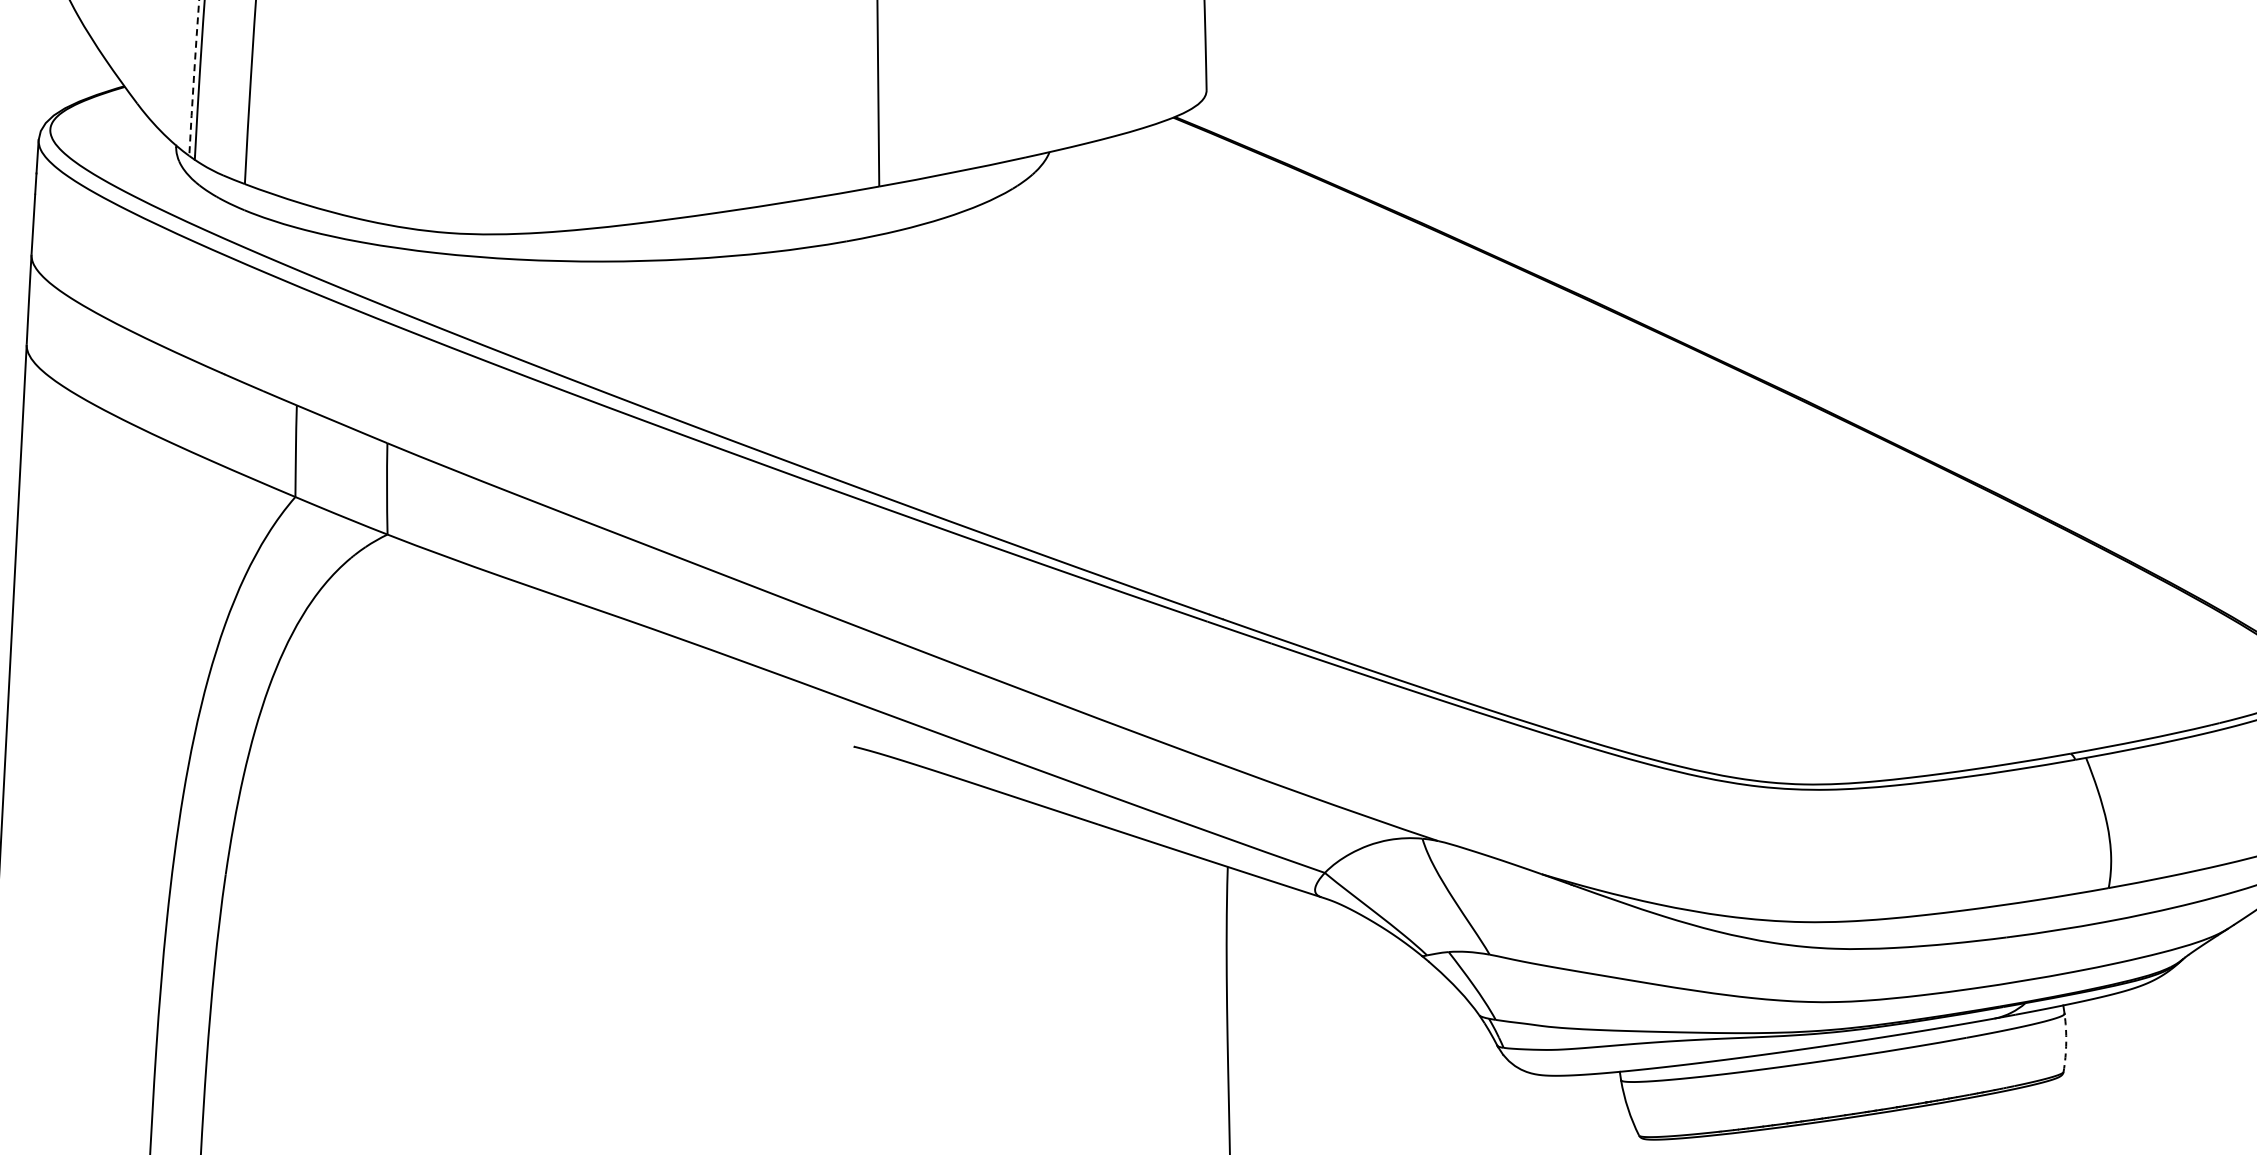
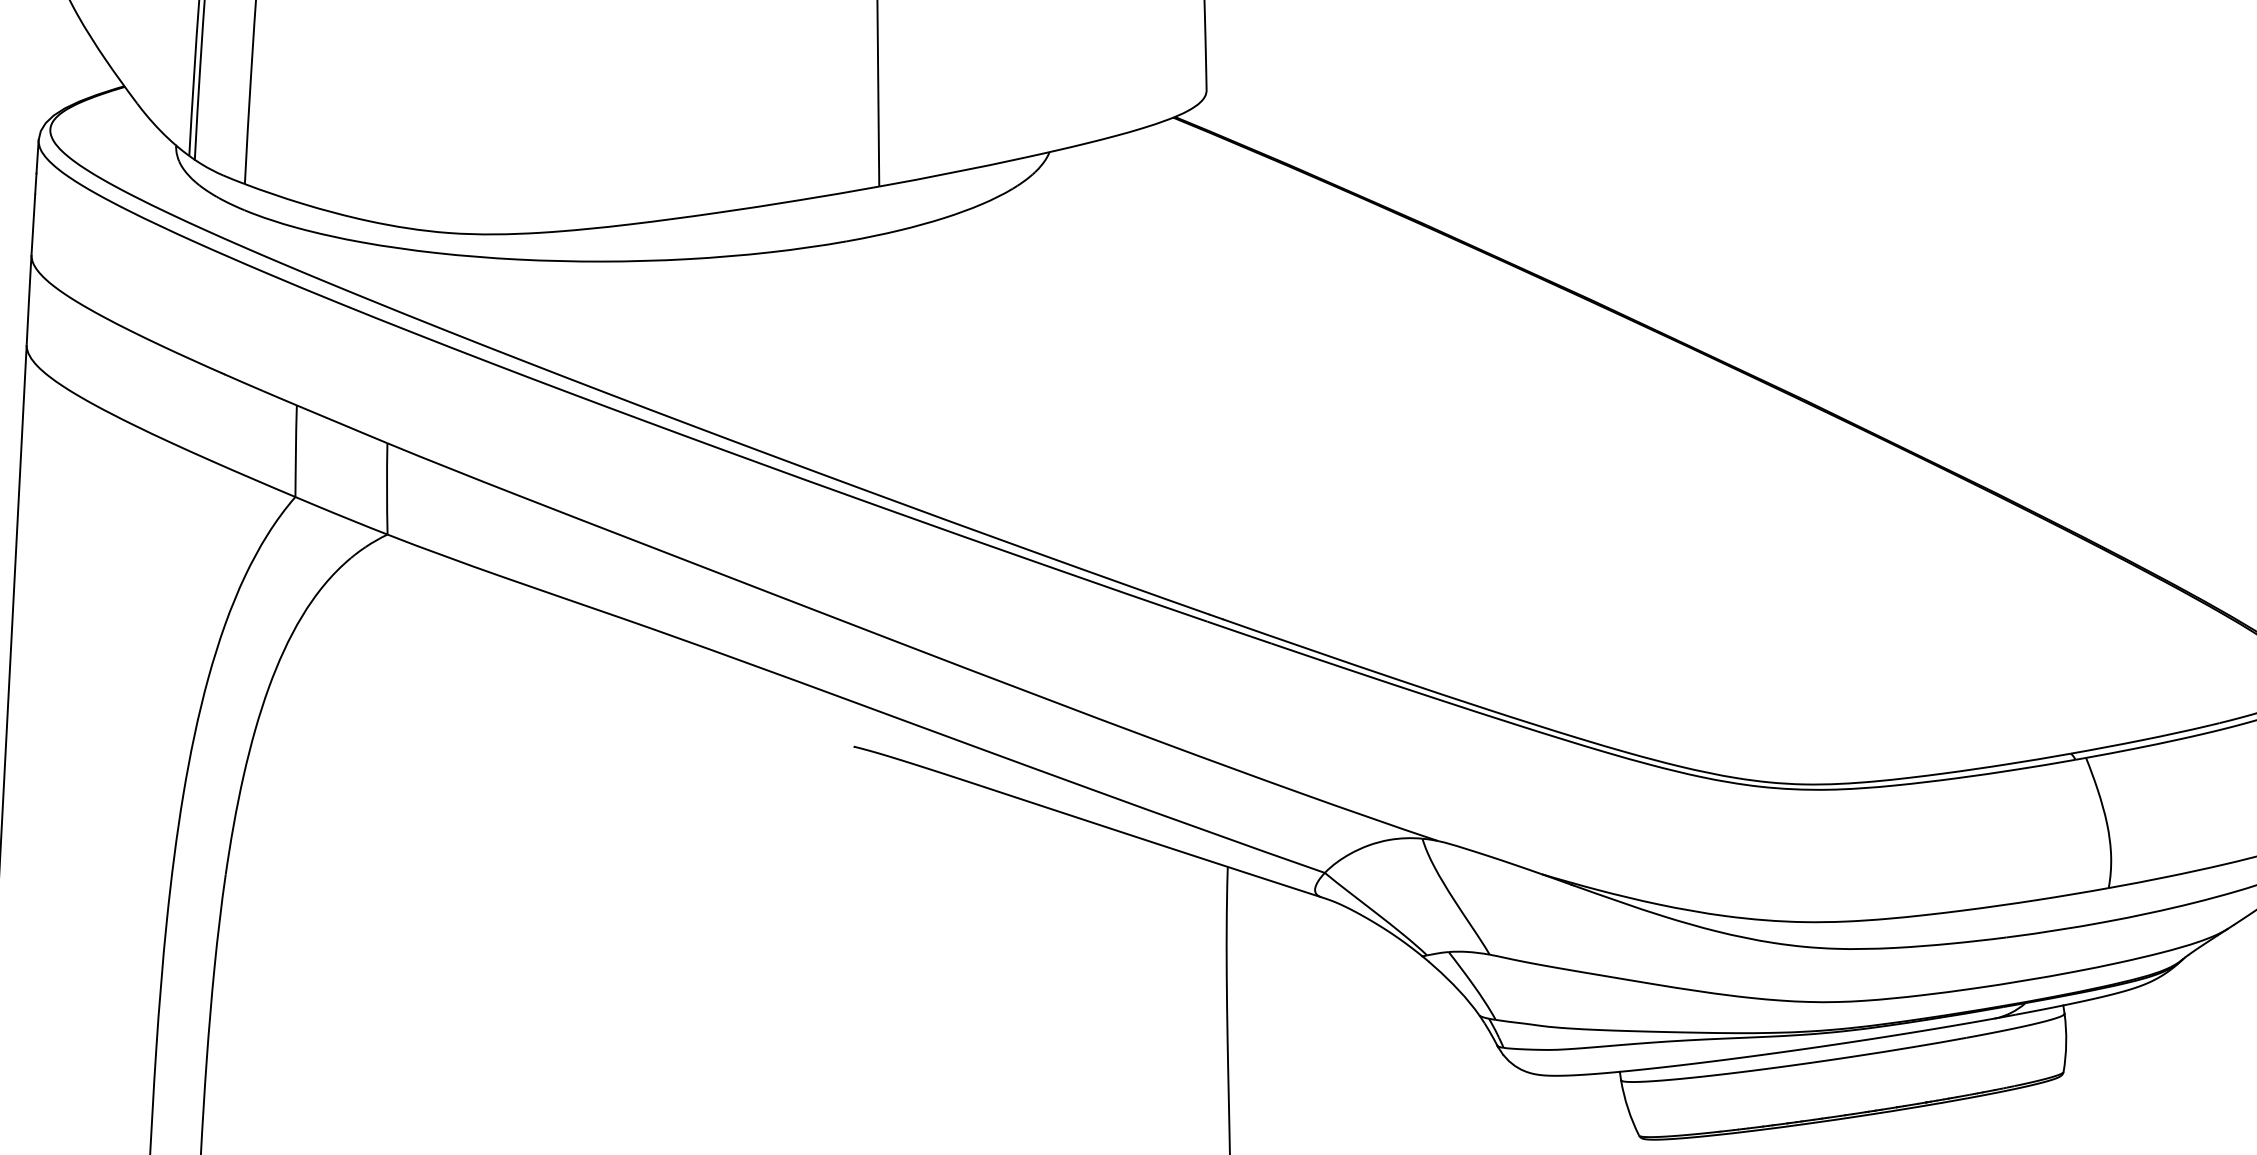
arc at (193, 77): dashed -> solid
arc at (2066, 1042): dashed -> solid
